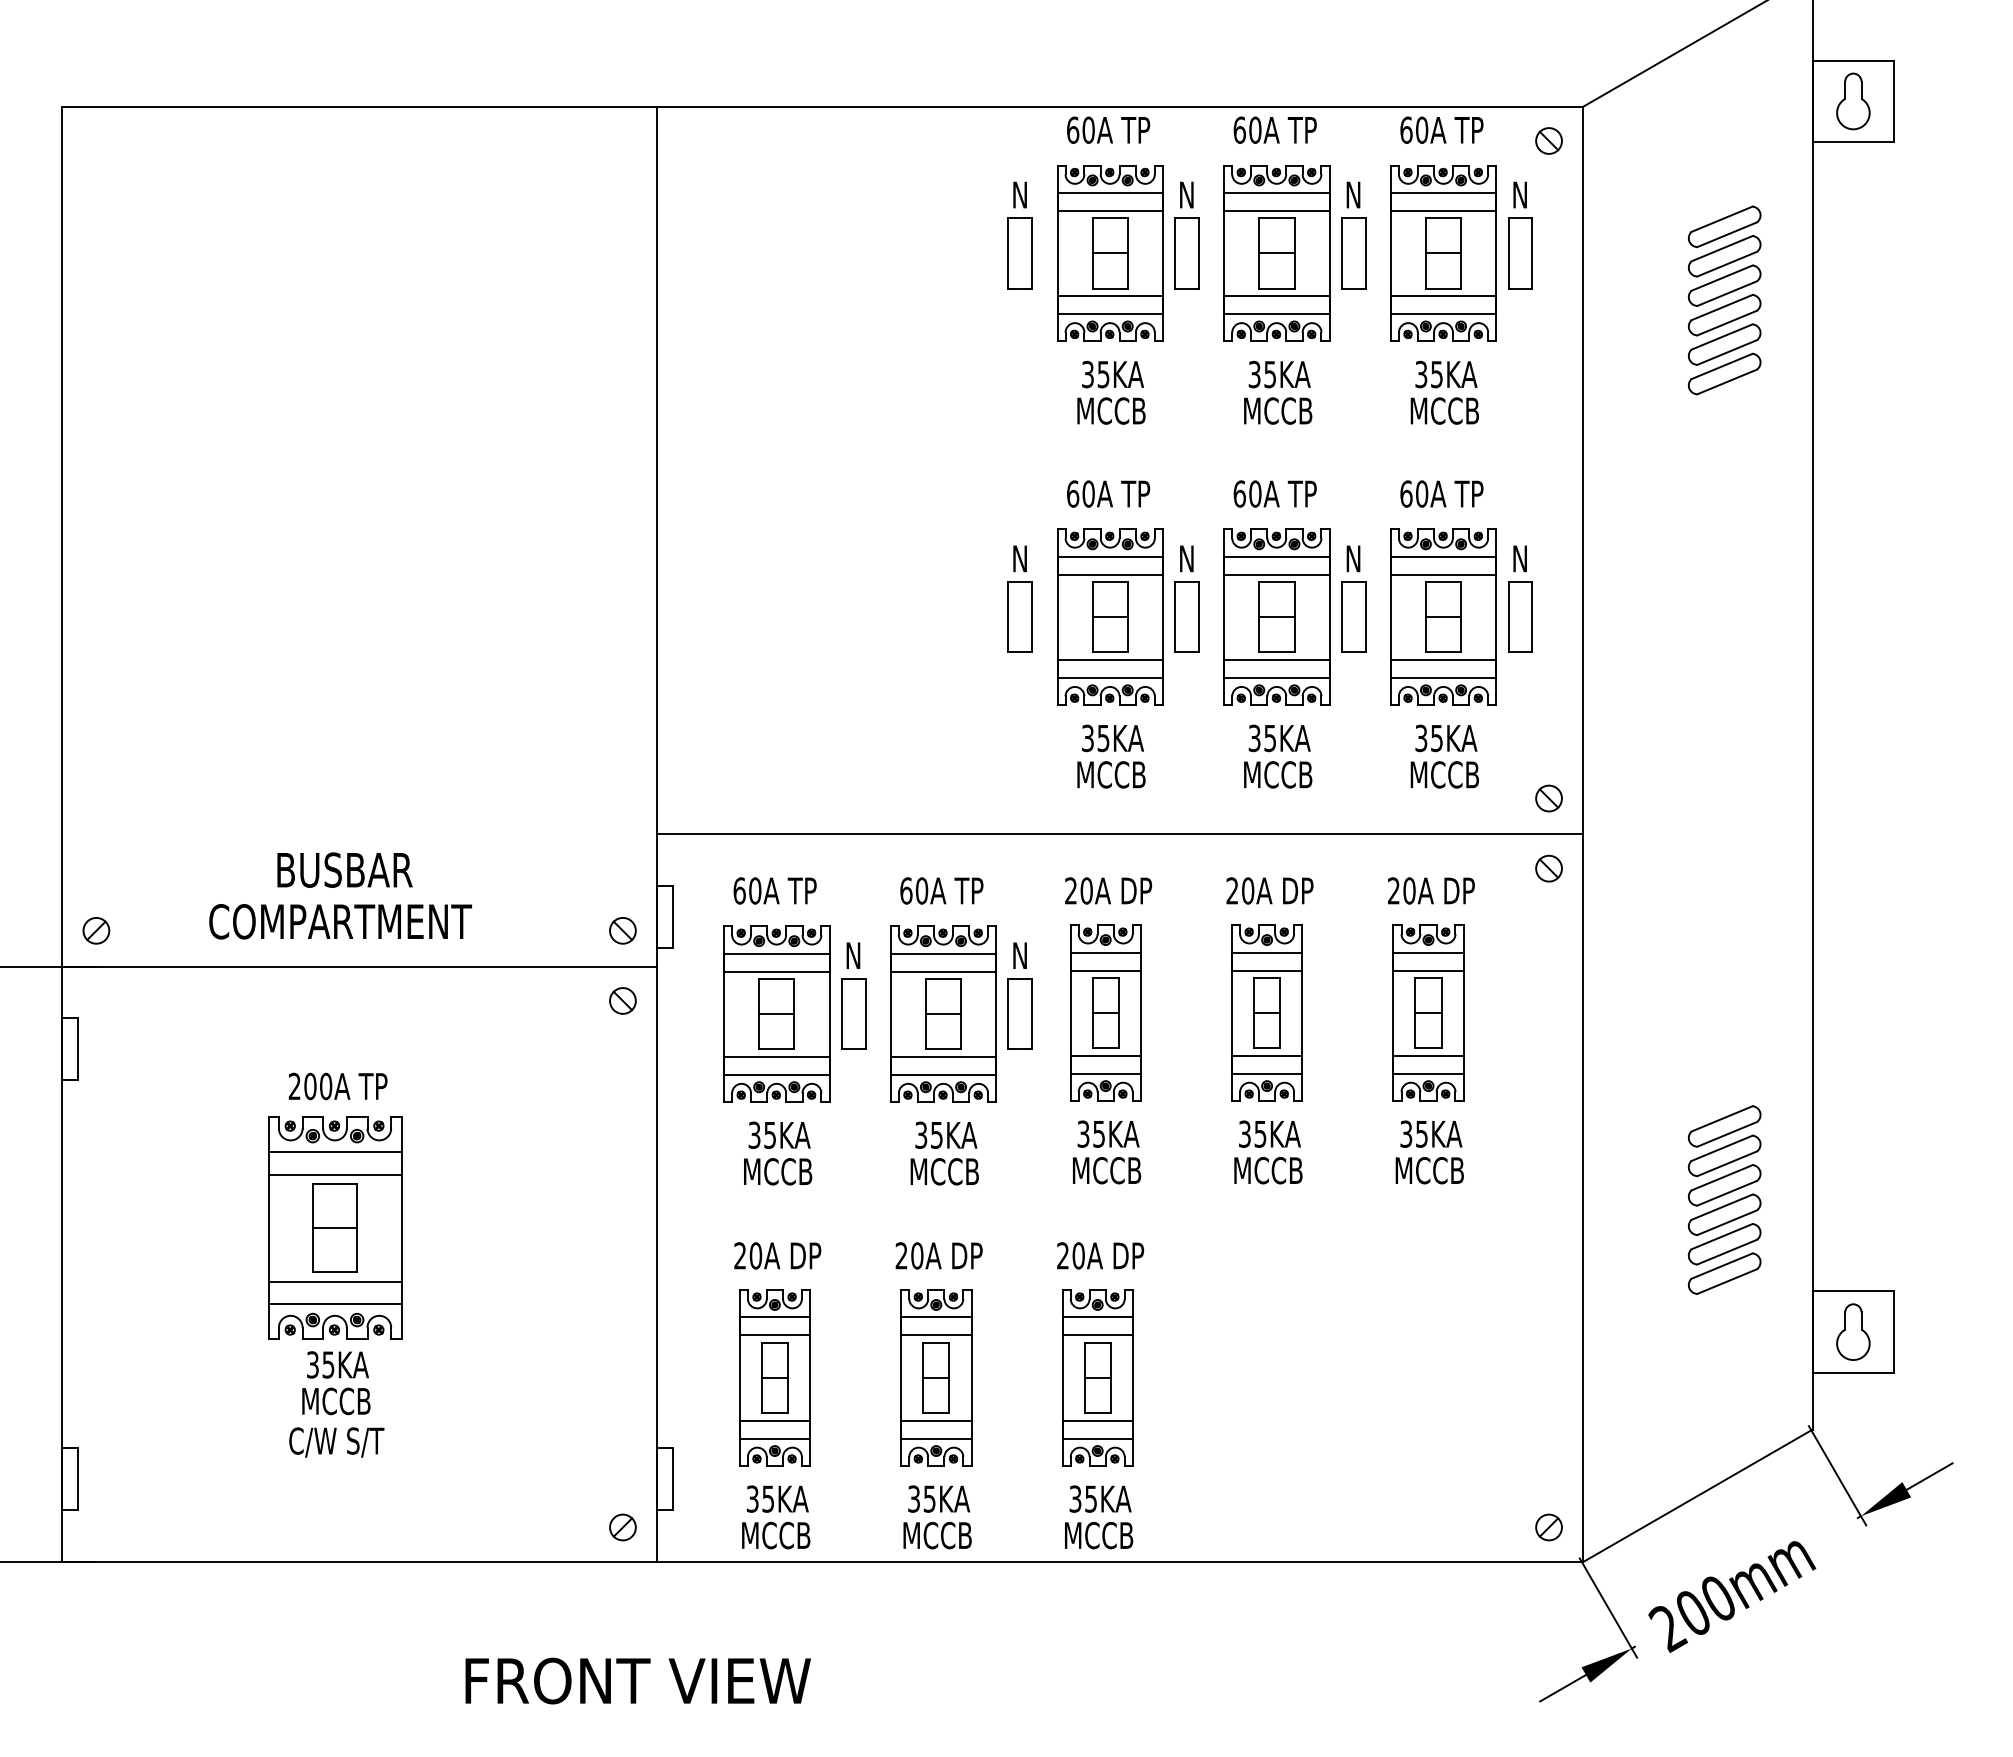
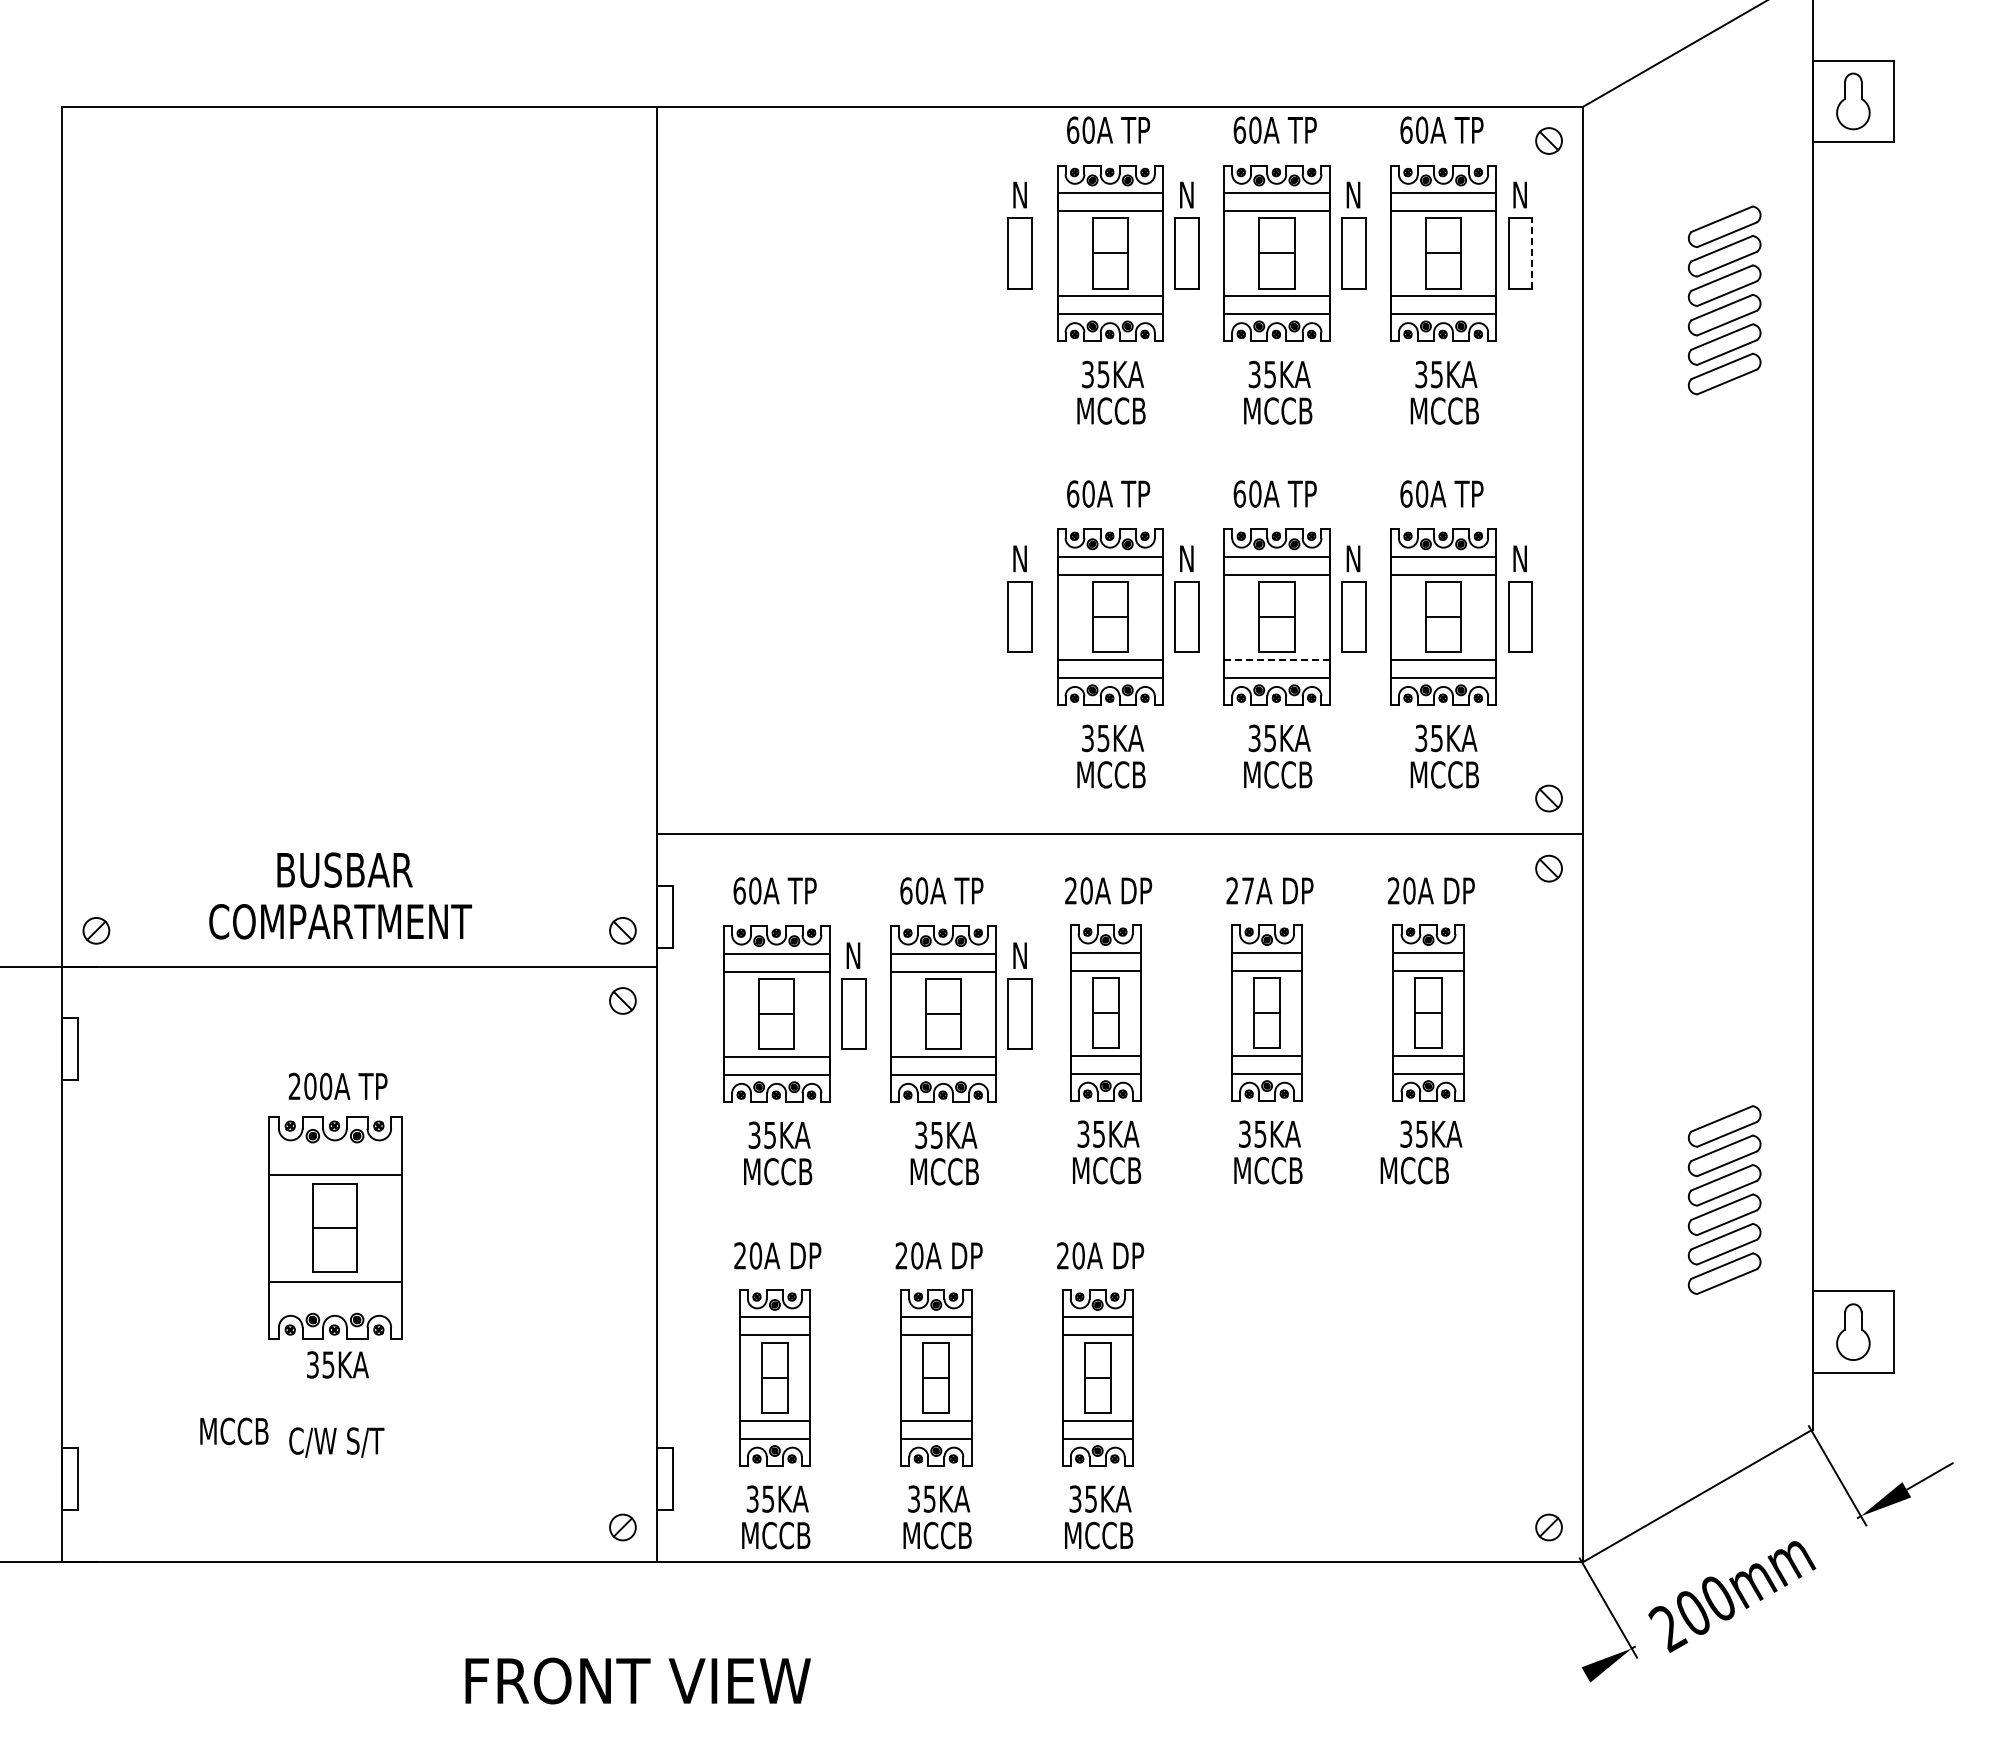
line at (1532, 252): solid -> dashed
line at (1276, 659): solid -> dashed
text at (1248, 890): 20A -> 27A
line at (334, 1151): present -> none
text at (1429, 1170) position: (1429, 1170) -> (1414, 1170)
line at (334, 1304): present -> none
text at (336, 1401) position: (336, 1401) -> (234, 1431)
line at (1562, 1688): present -> none
